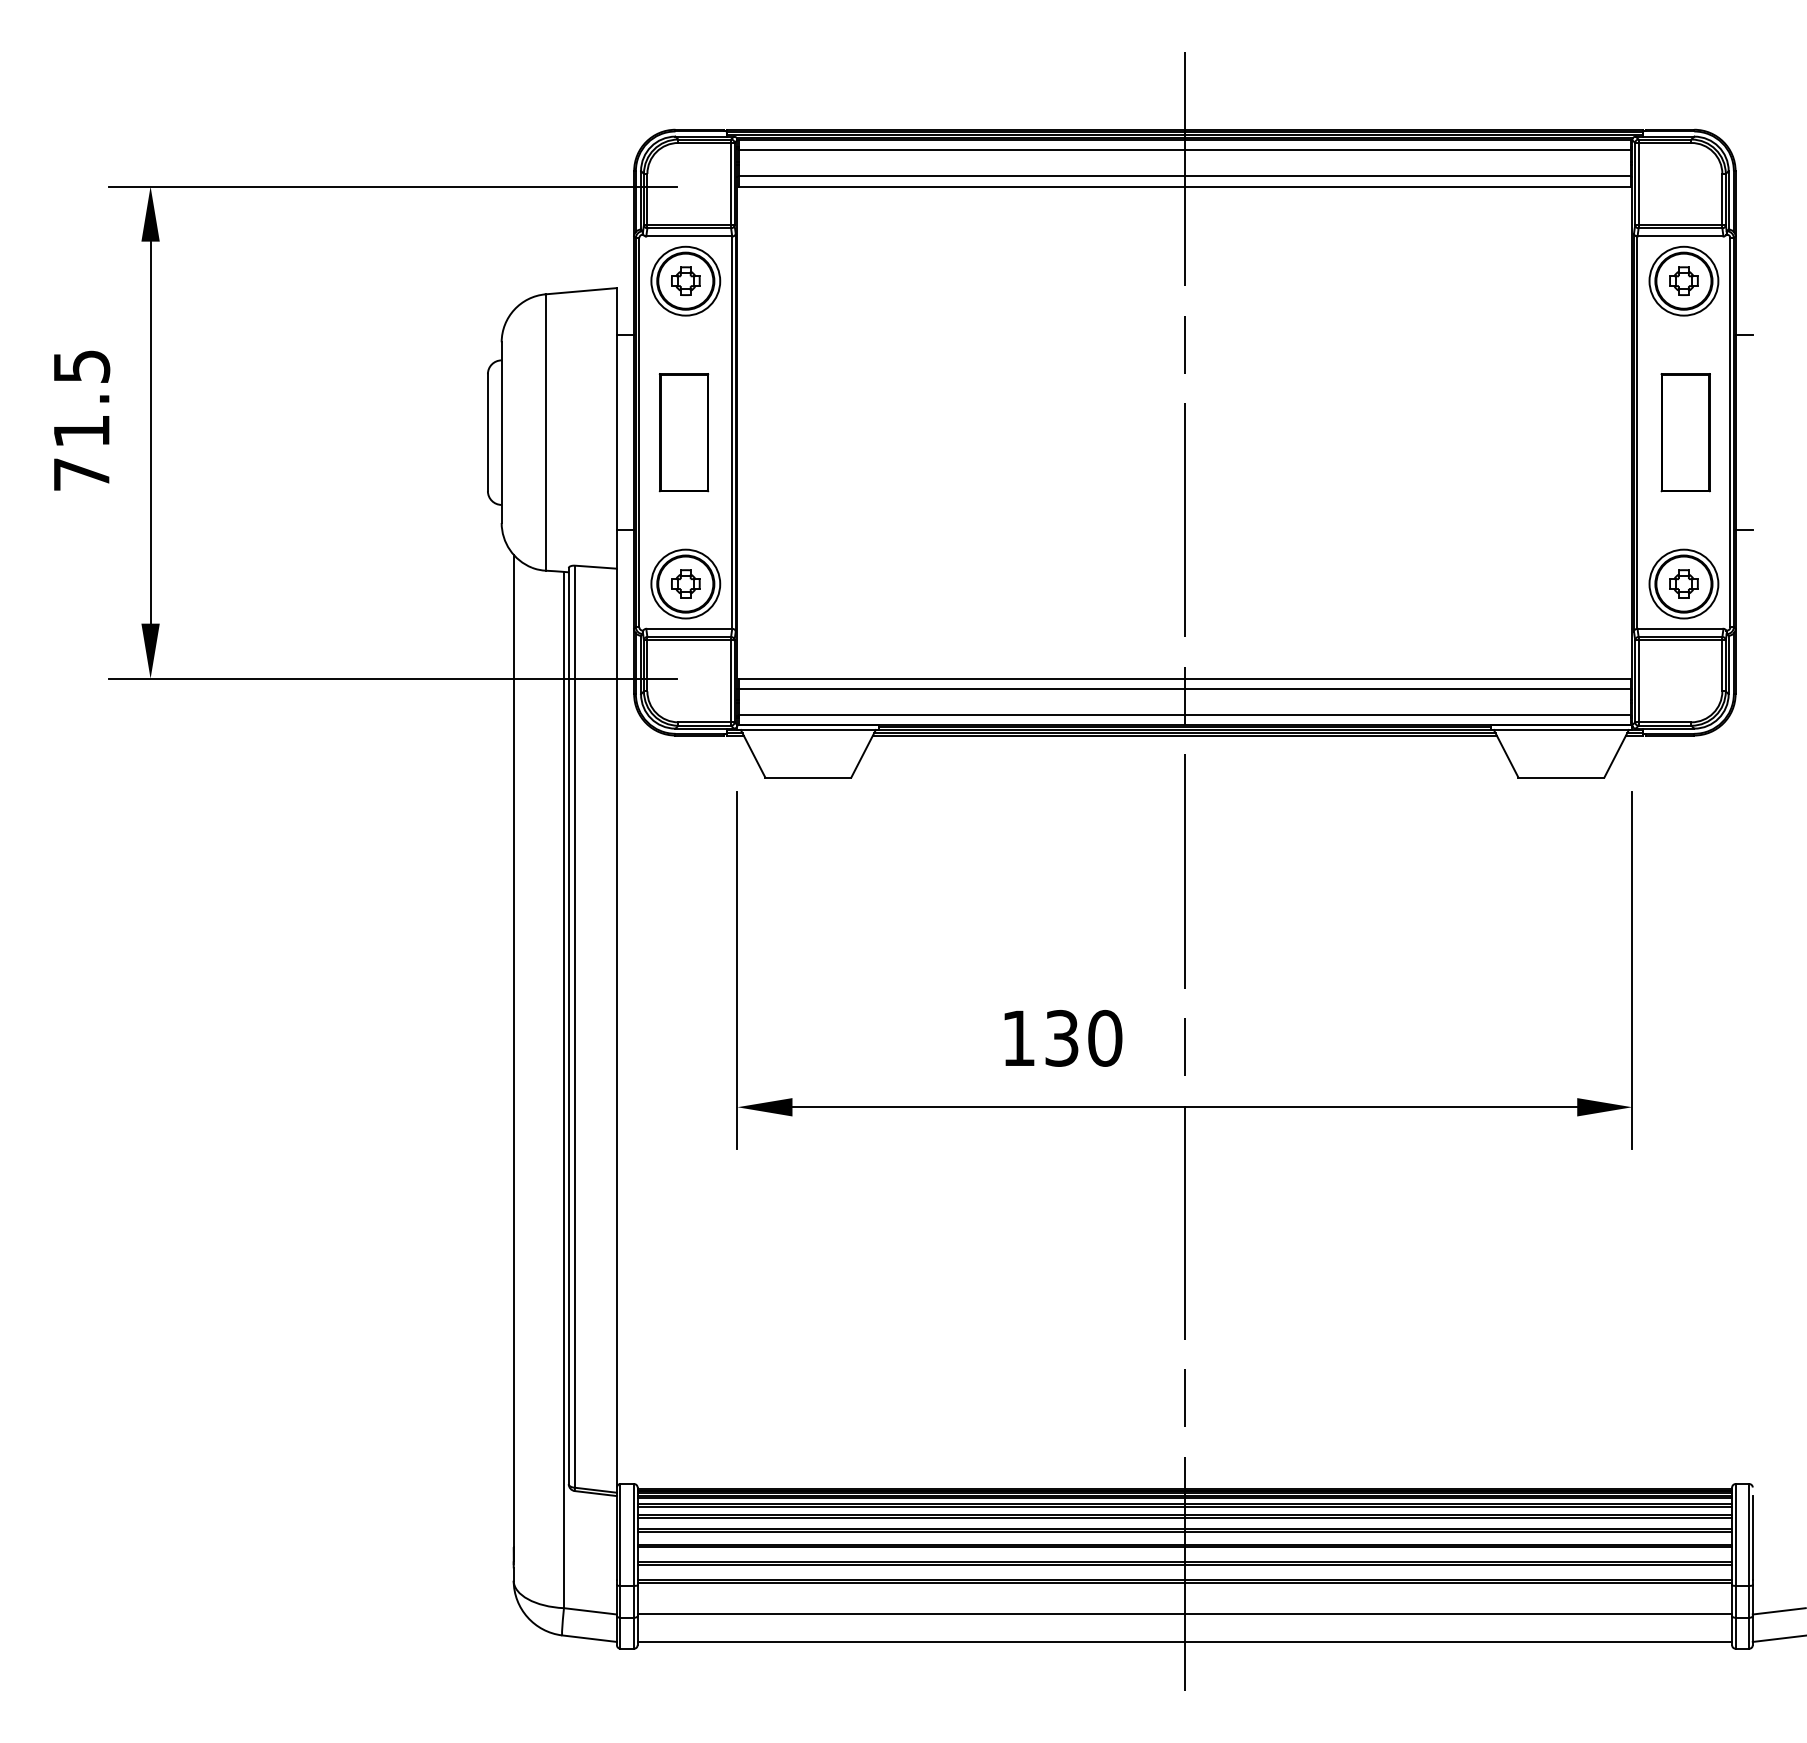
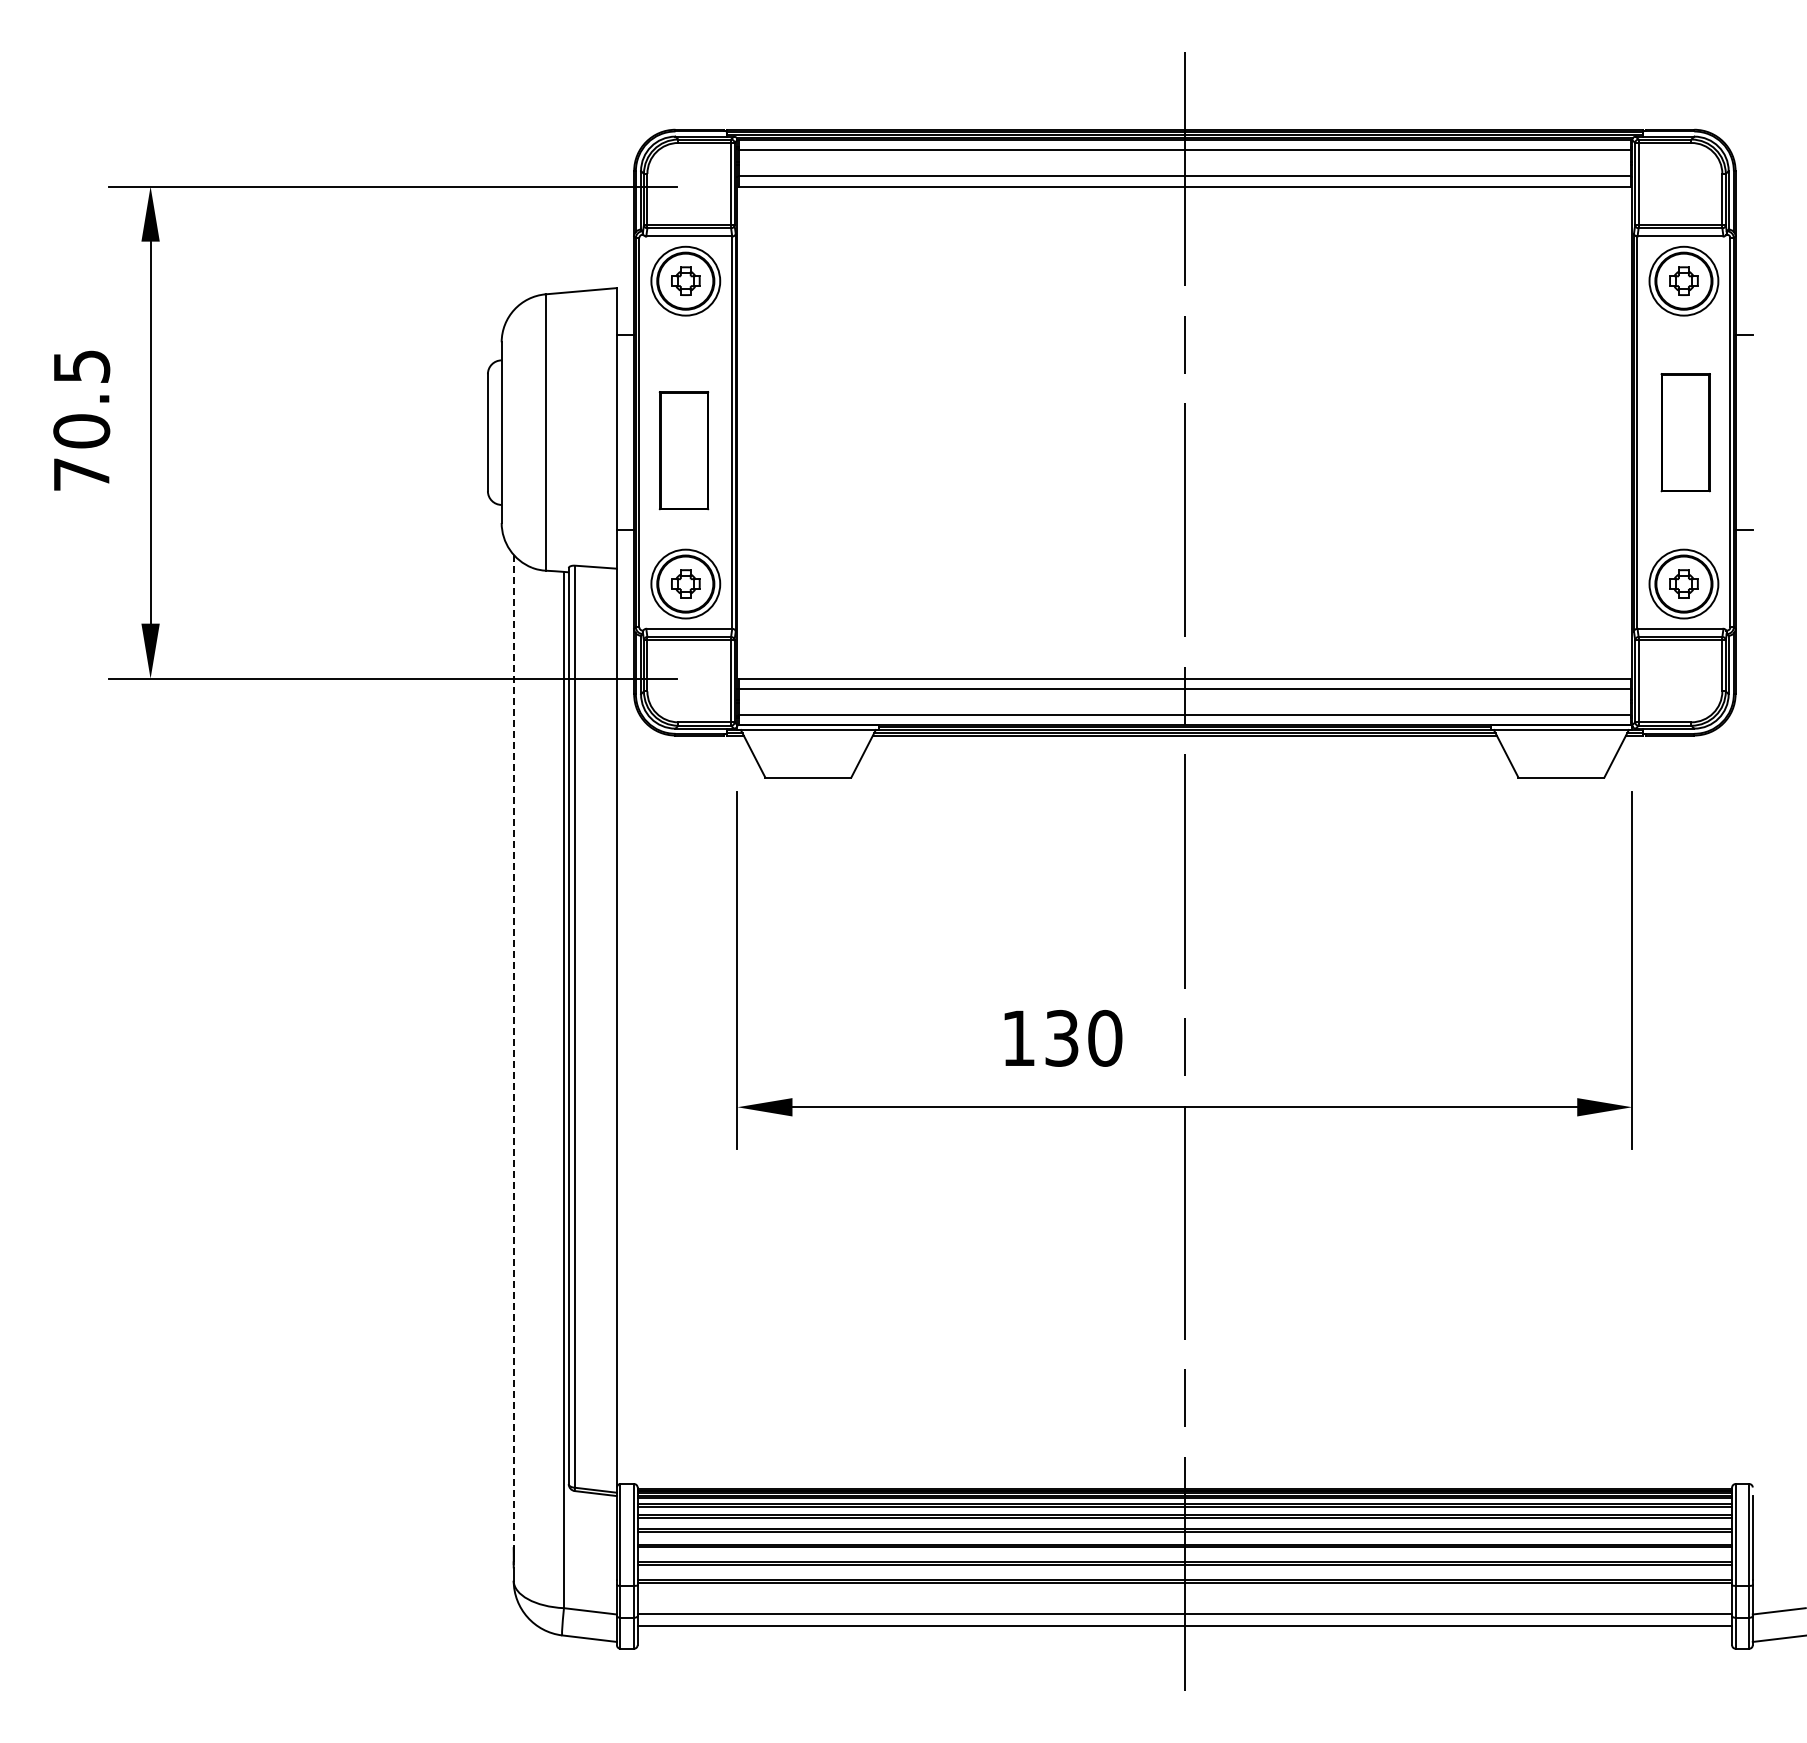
text at (81, 431): 71.5 -> 70.5
part at (683, 432) position: (683, 432) -> (683, 450)
line at (513, 1051): solid -> dashed
line at (1184, 1641) position: (1184, 1641) -> (1184, 1625)
